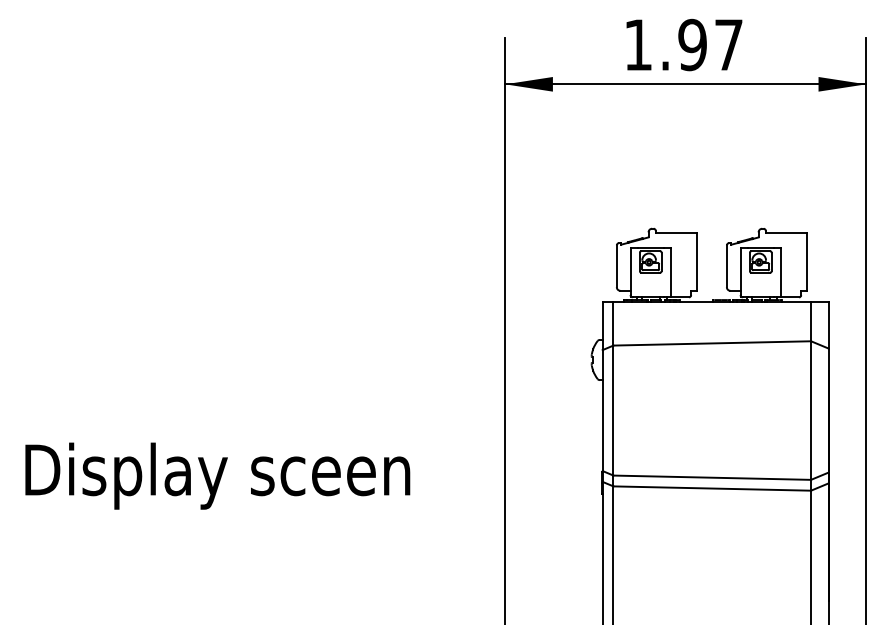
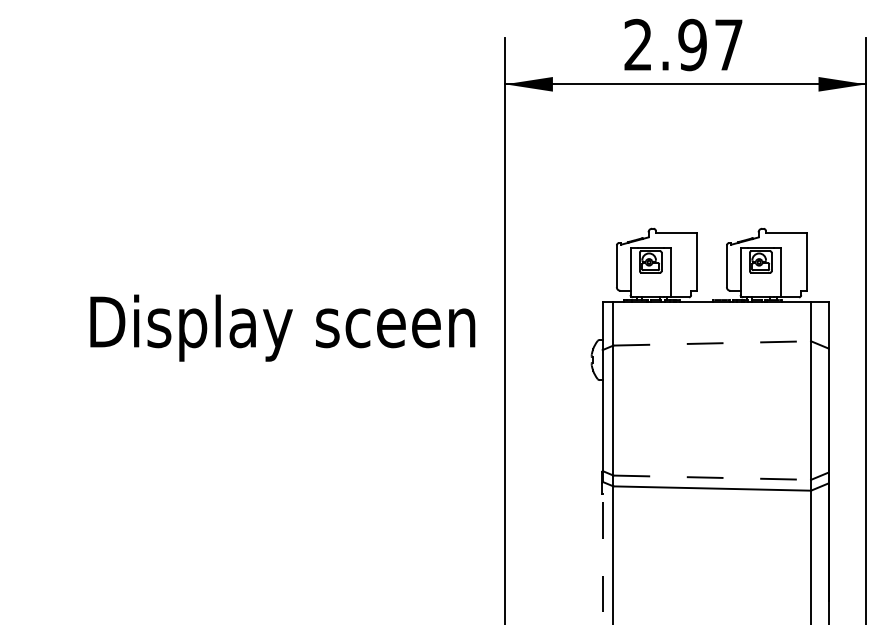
text at (637, 44): 1.97 -> 2.97
line at (712, 343): solid -> dashed
text at (217, 475) position: (217, 475) -> (282, 327)
line at (712, 477): solid -> dashed
line at (602, 552): solid -> dashed
